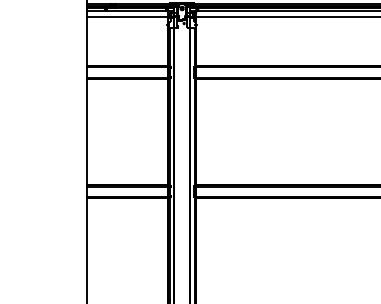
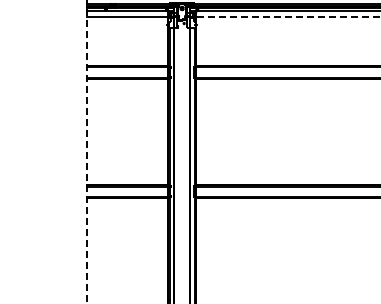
line at (283, 17): solid -> dashed
line at (87, 152): solid -> dashed
